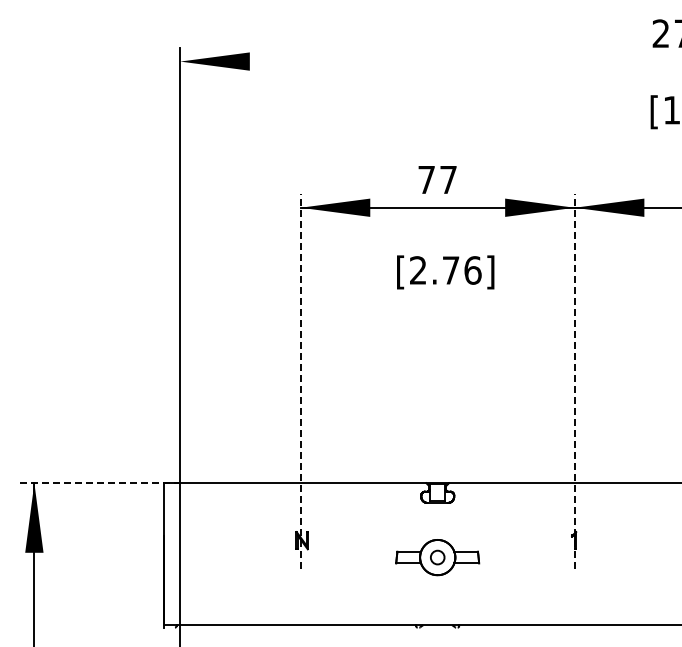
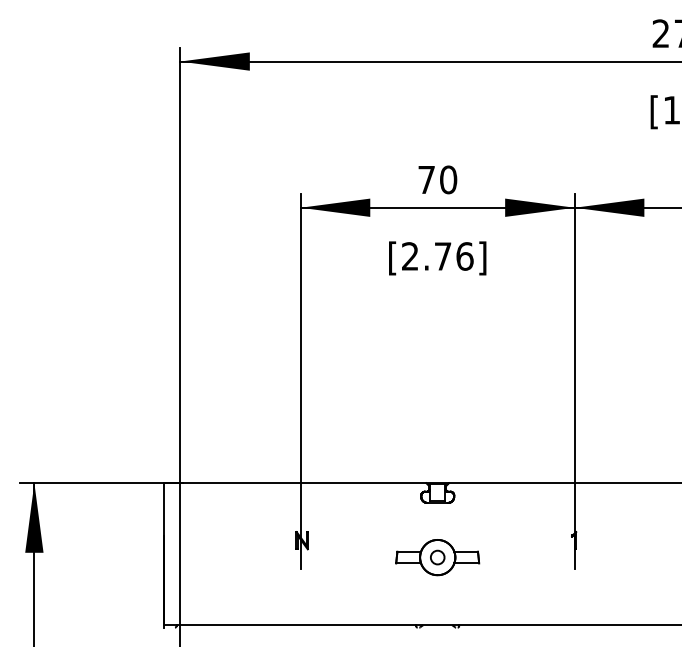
line at (429, 61): none -> present
text at (448, 179): 77 -> 70
text at (445, 272) position: (445, 272) -> (437, 258)
line at (300, 381): dashed -> solid
line at (574, 381): dashed -> solid
line at (102, 483): dashed -> solid
